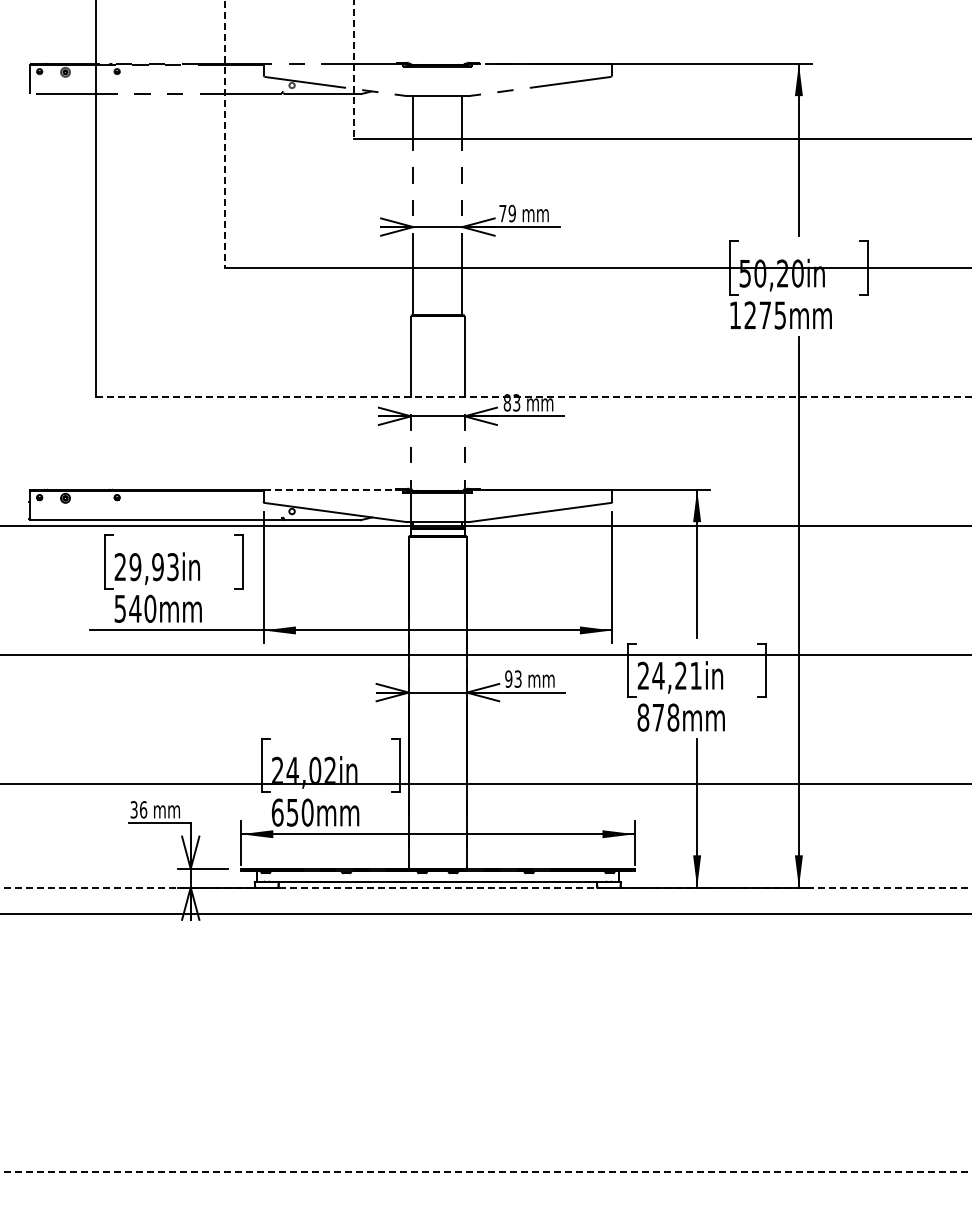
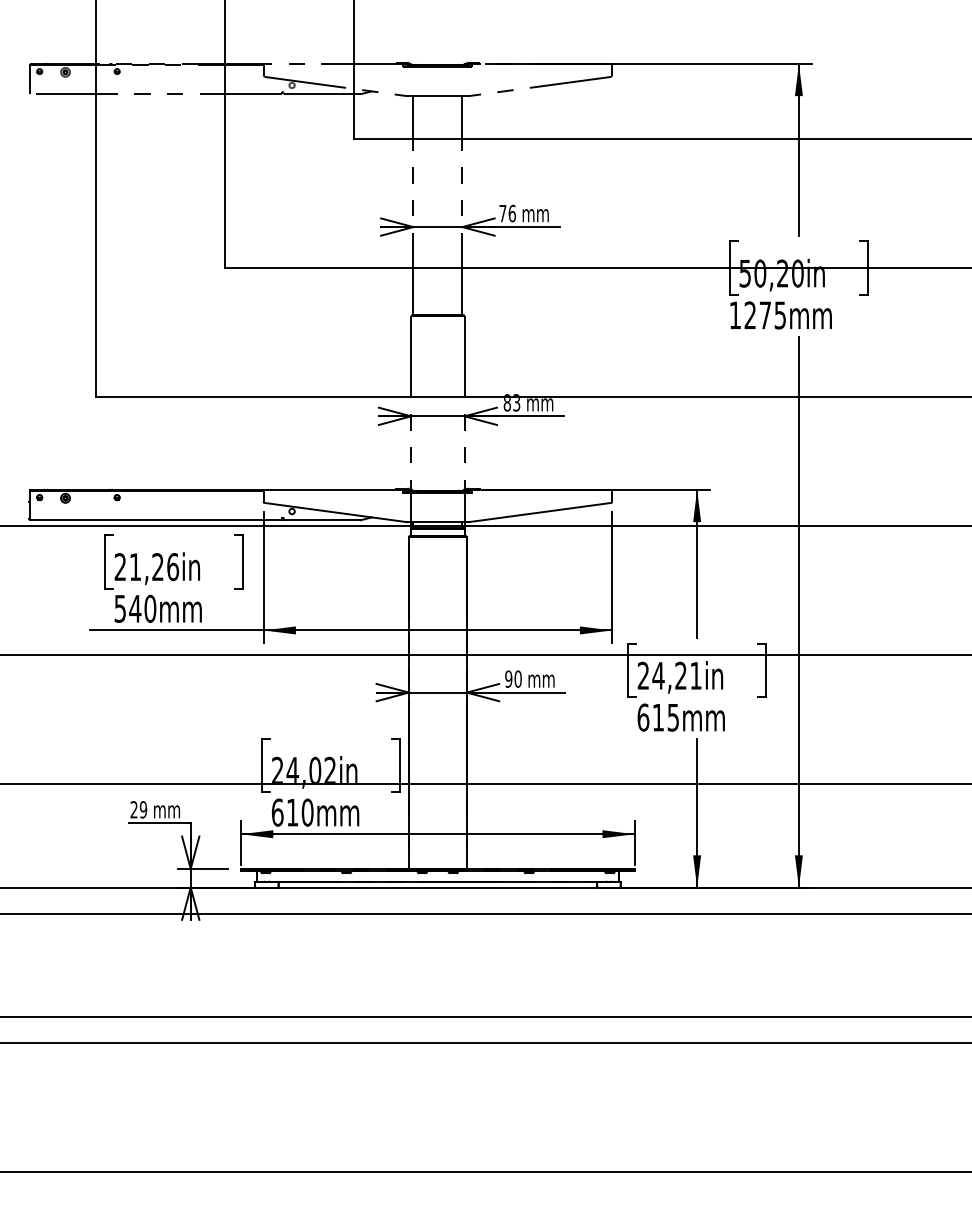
line at (354, 70): dashed -> solid
line at (225, 134): dashed -> solid
text at (512, 213): 79 -> 76
line at (534, 397): dashed -> solid
line at (333, 489): dashed -> solid
text at (153, 567): 29,93in -> 21,26in
text at (517, 678): 93 -> 90
text at (658, 717): 878mm -> 615mm
text at (138, 809): 36 -> 29
text at (292, 812): 650mm -> 610mm
line at (486, 887): dashed -> solid
line at (485, 1016): none -> present
line at (485, 1042): none -> present
line at (486, 1171): dashed -> solid
